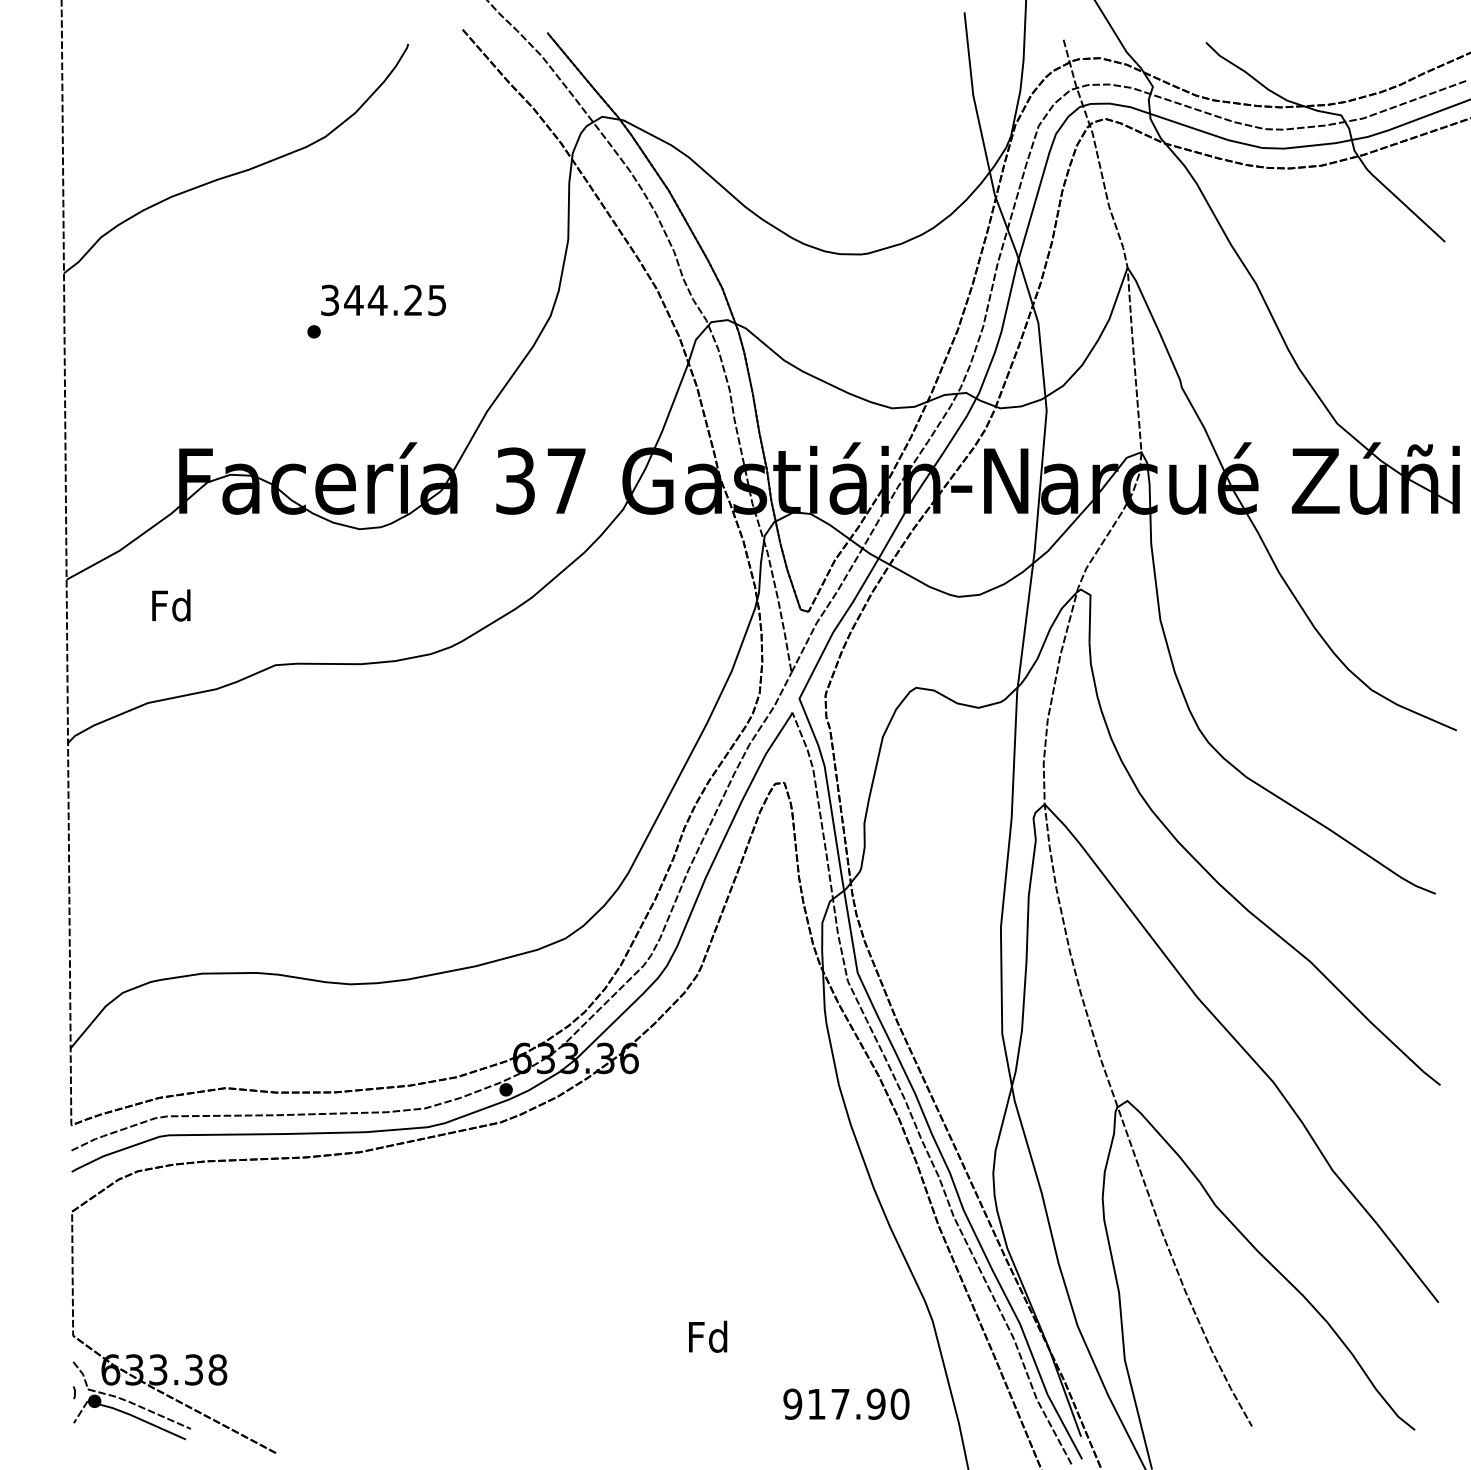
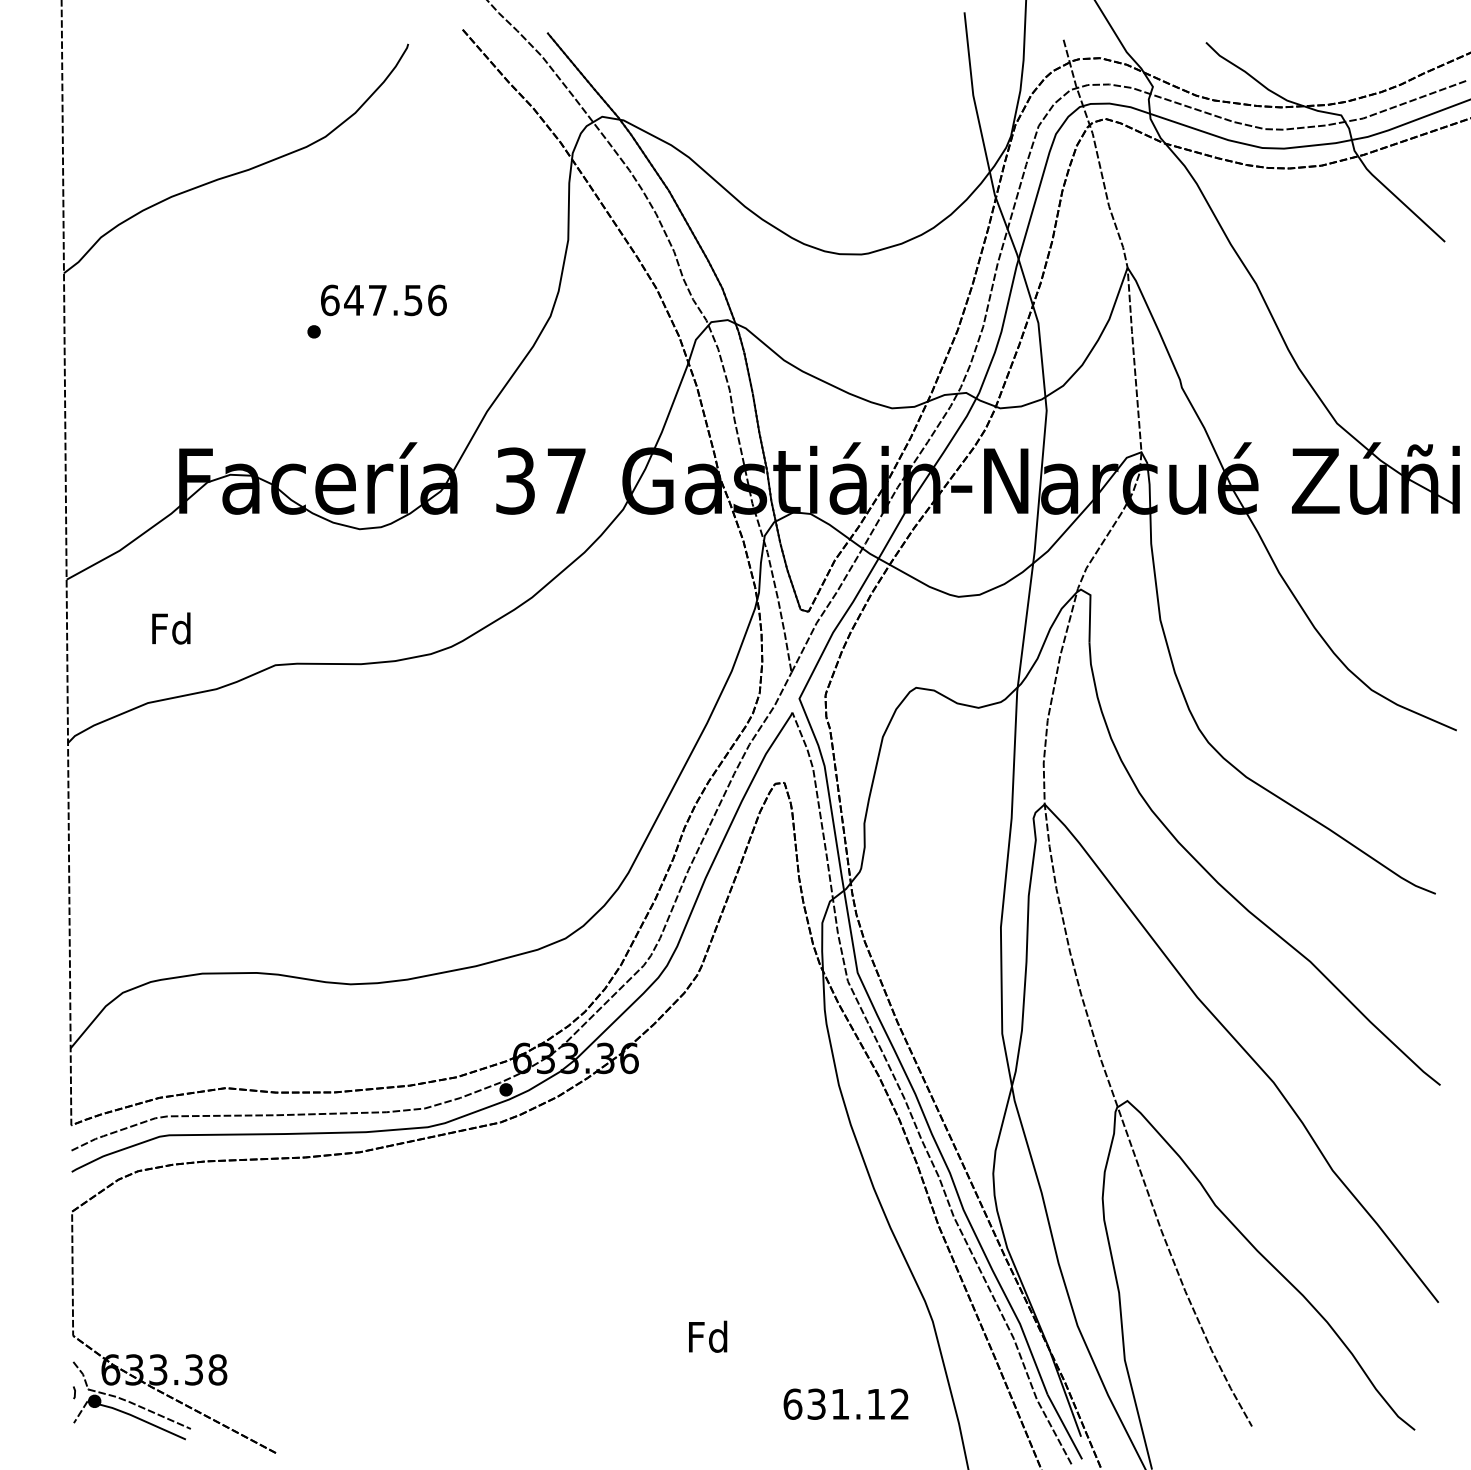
text at (383, 300): 344.25 -> 647.56
text at (171, 605) position: (171, 605) -> (171, 628)
text at (846, 1403): 917.90 -> 631.12
